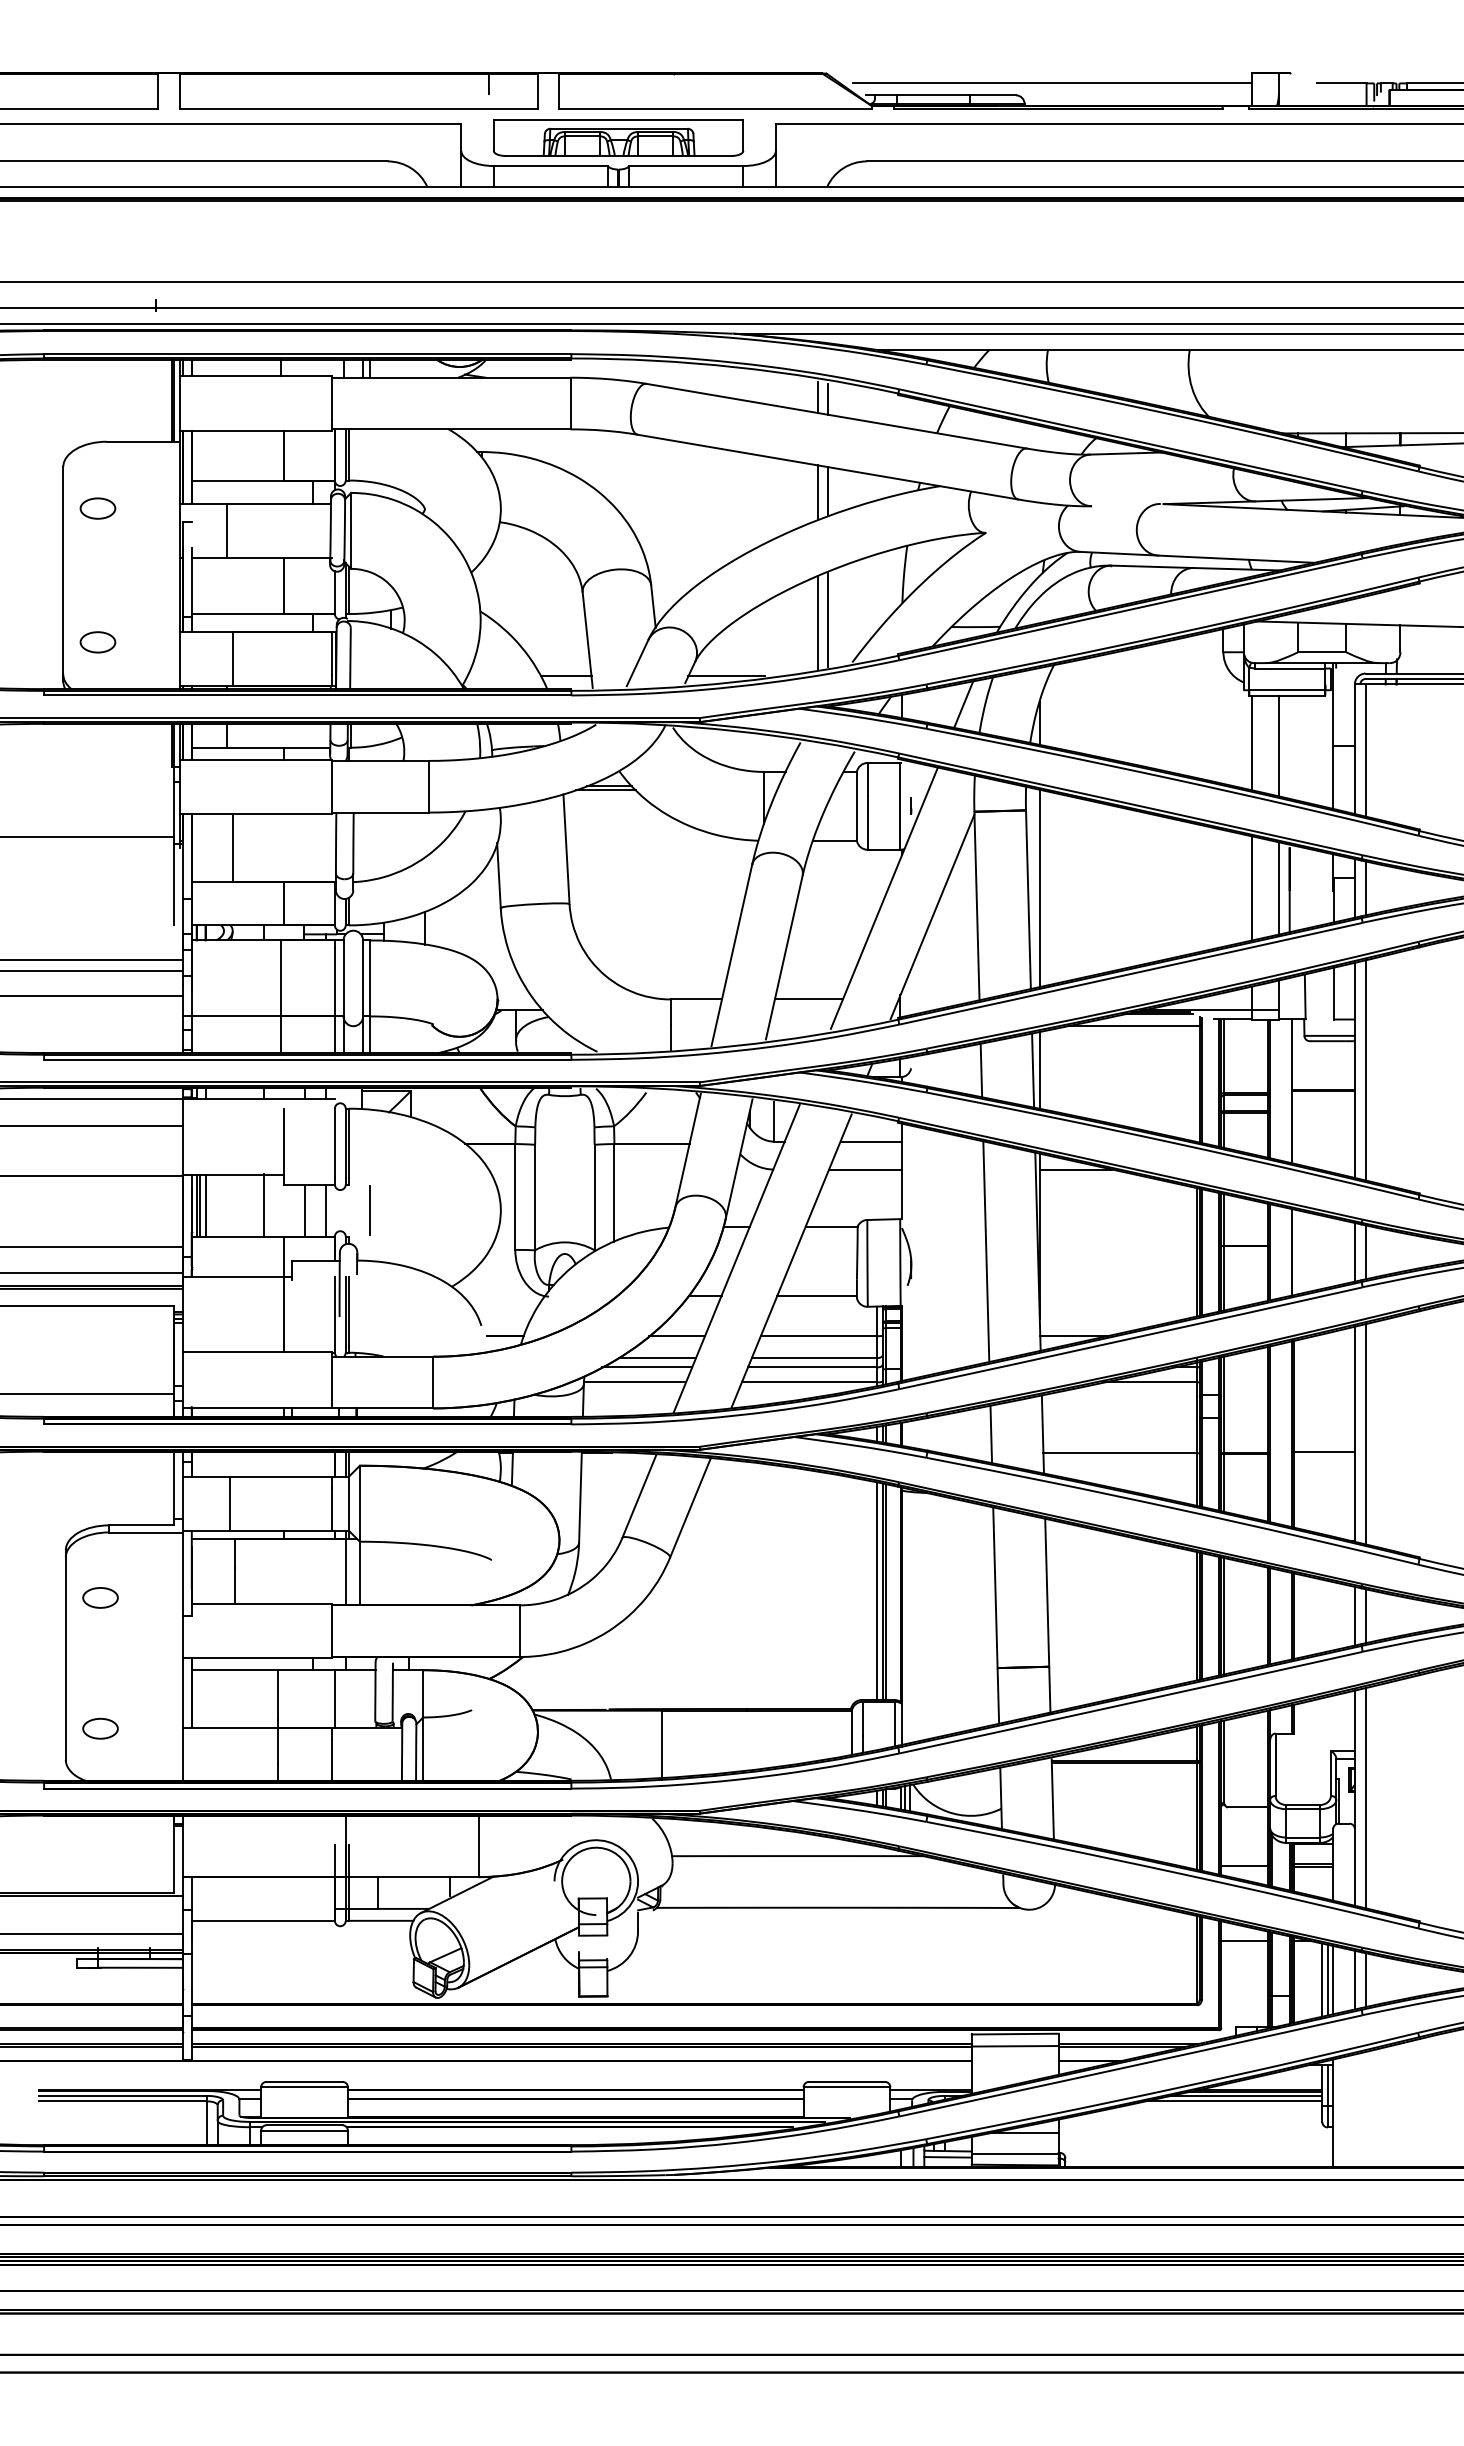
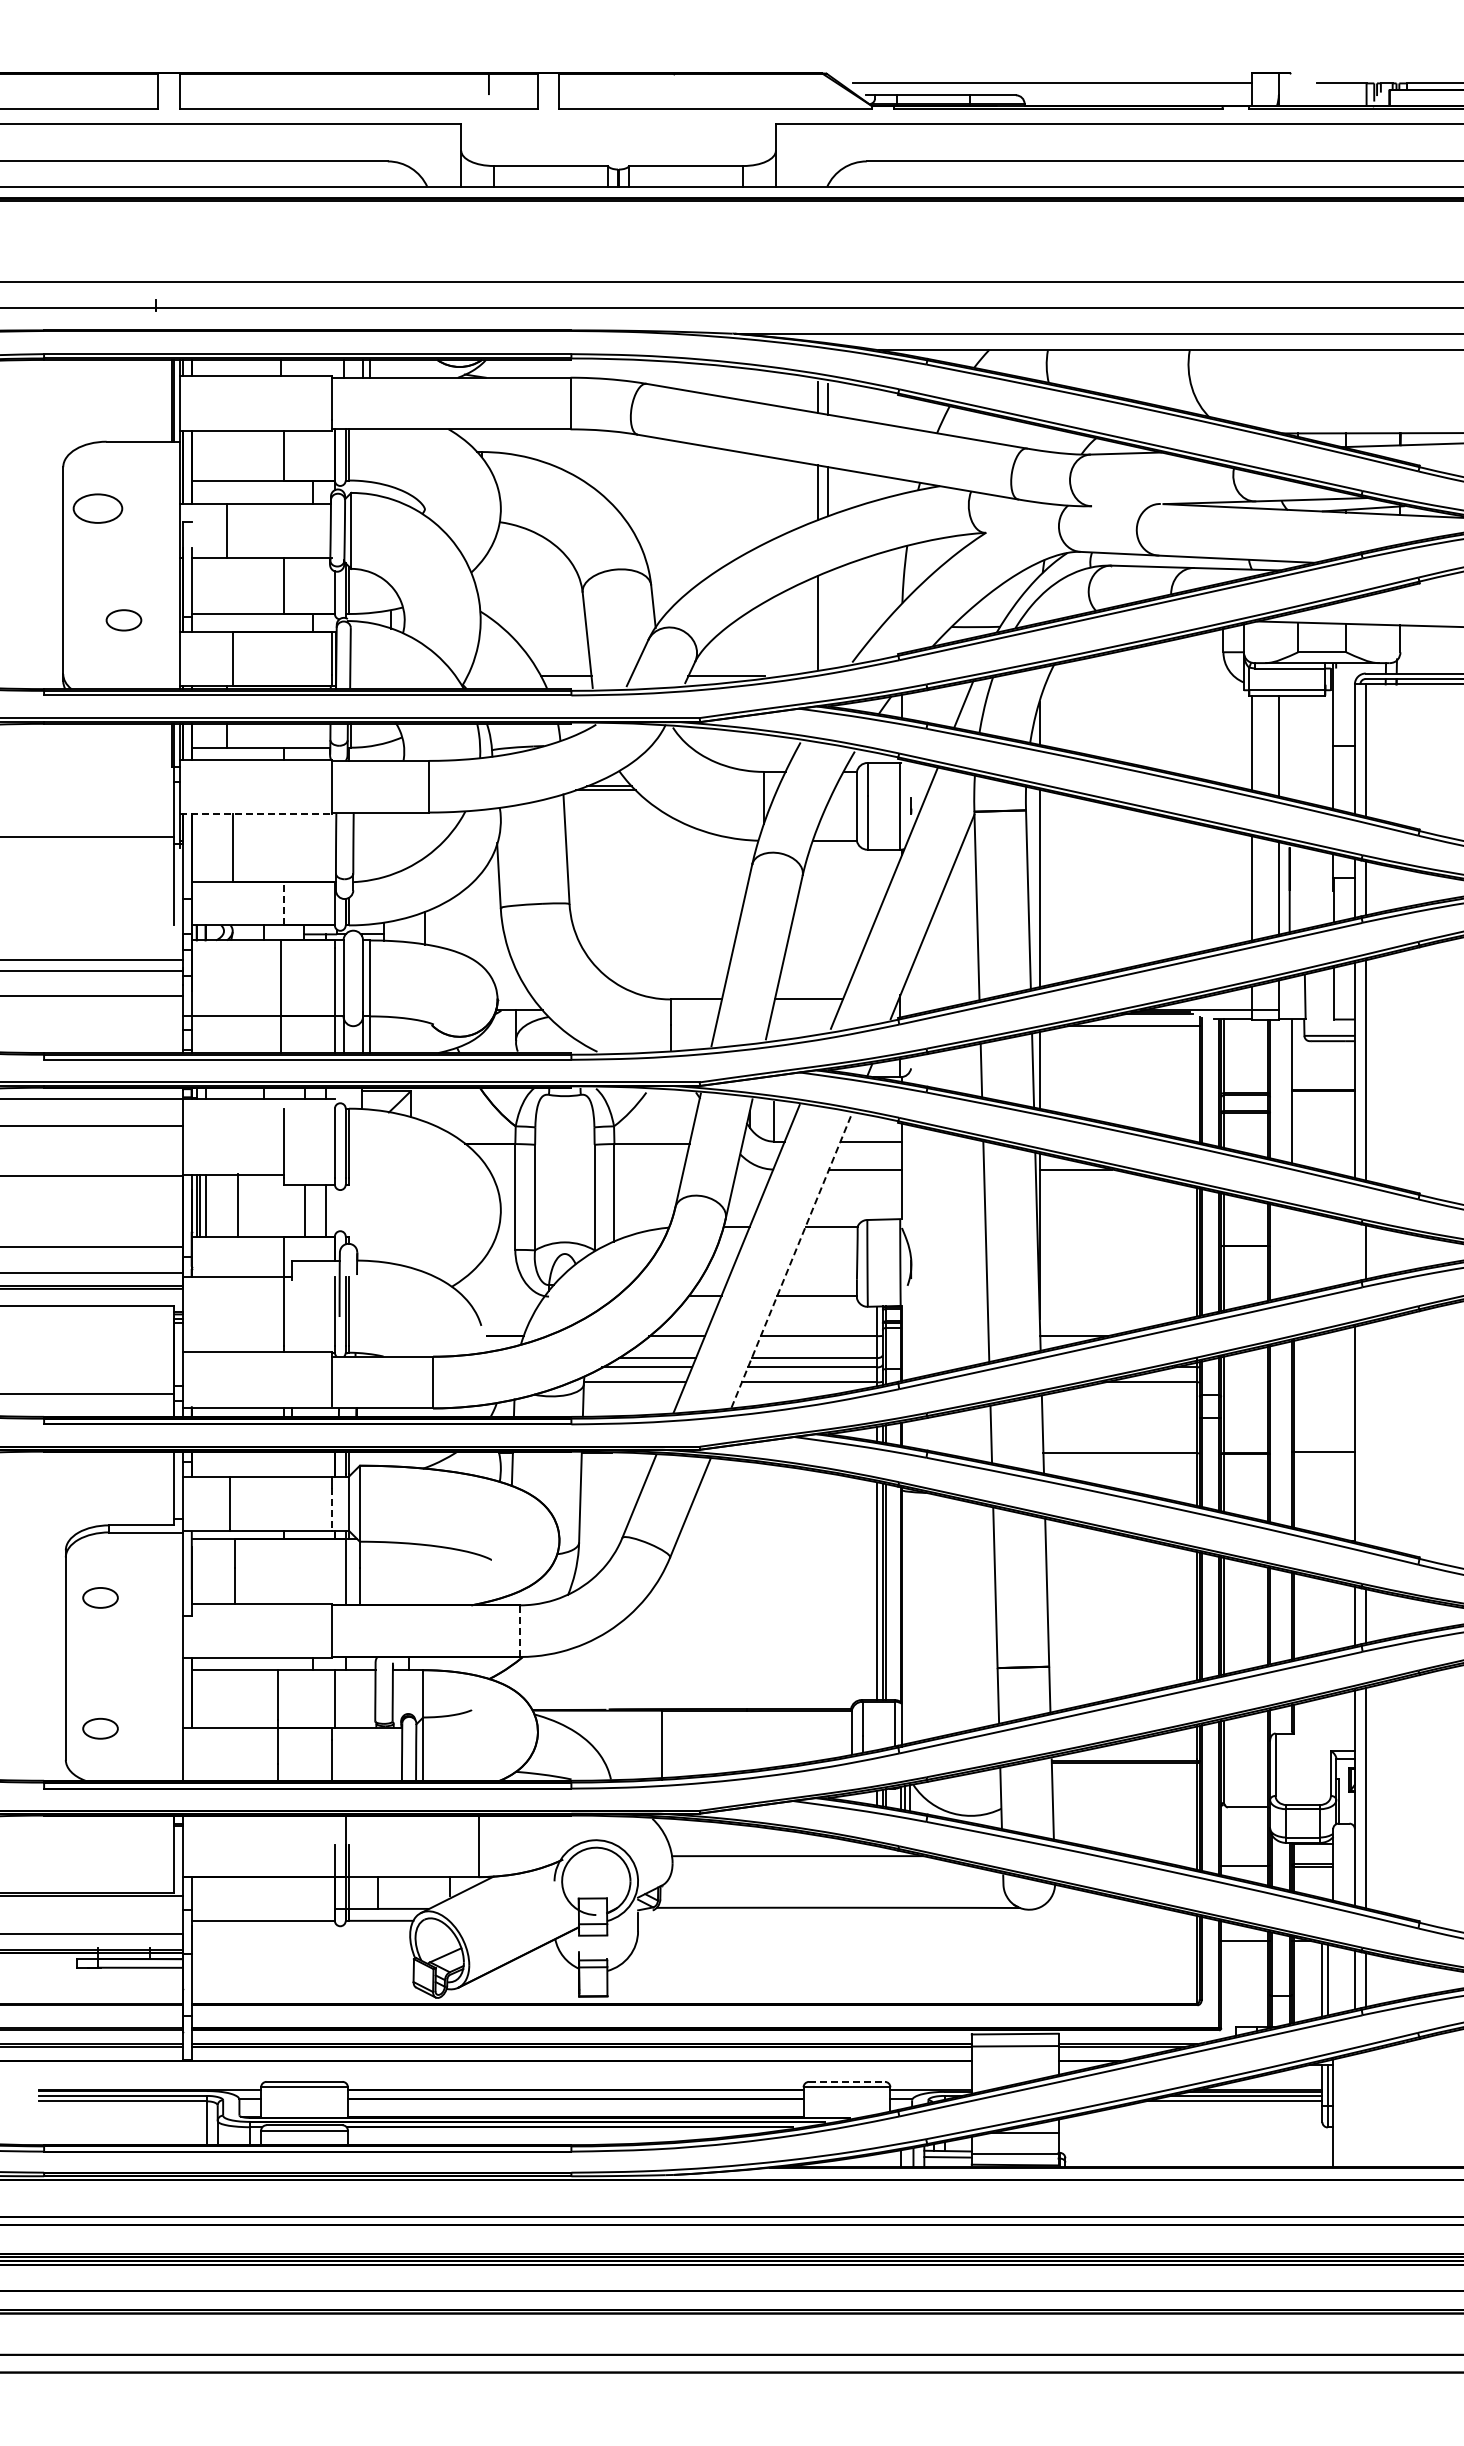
part at (618, 137): present -> none
line at (731, 324): present -> none
part at (97, 508) size: 38x23 px -> 52x31 px
line at (827, 619): present -> none
part at (97, 642) position: (97, 642) -> (123, 620)
line at (256, 813): solid -> dashed
line at (283, 903): solid -> dashed
line at (264, 1205) position: (264, 1205) -> (238, 1205)
line at (369, 1210): present -> none
line at (1354, 1251): present -> none
line at (1291, 1252): present -> none
line at (791, 1261): solid -> dashed
line at (1365, 1433): present -> none
line at (332, 1510): solid -> dashed
line at (520, 1631): solid -> dashed
line at (1333, 1980): present -> none
line at (846, 2081): solid -> dashed
